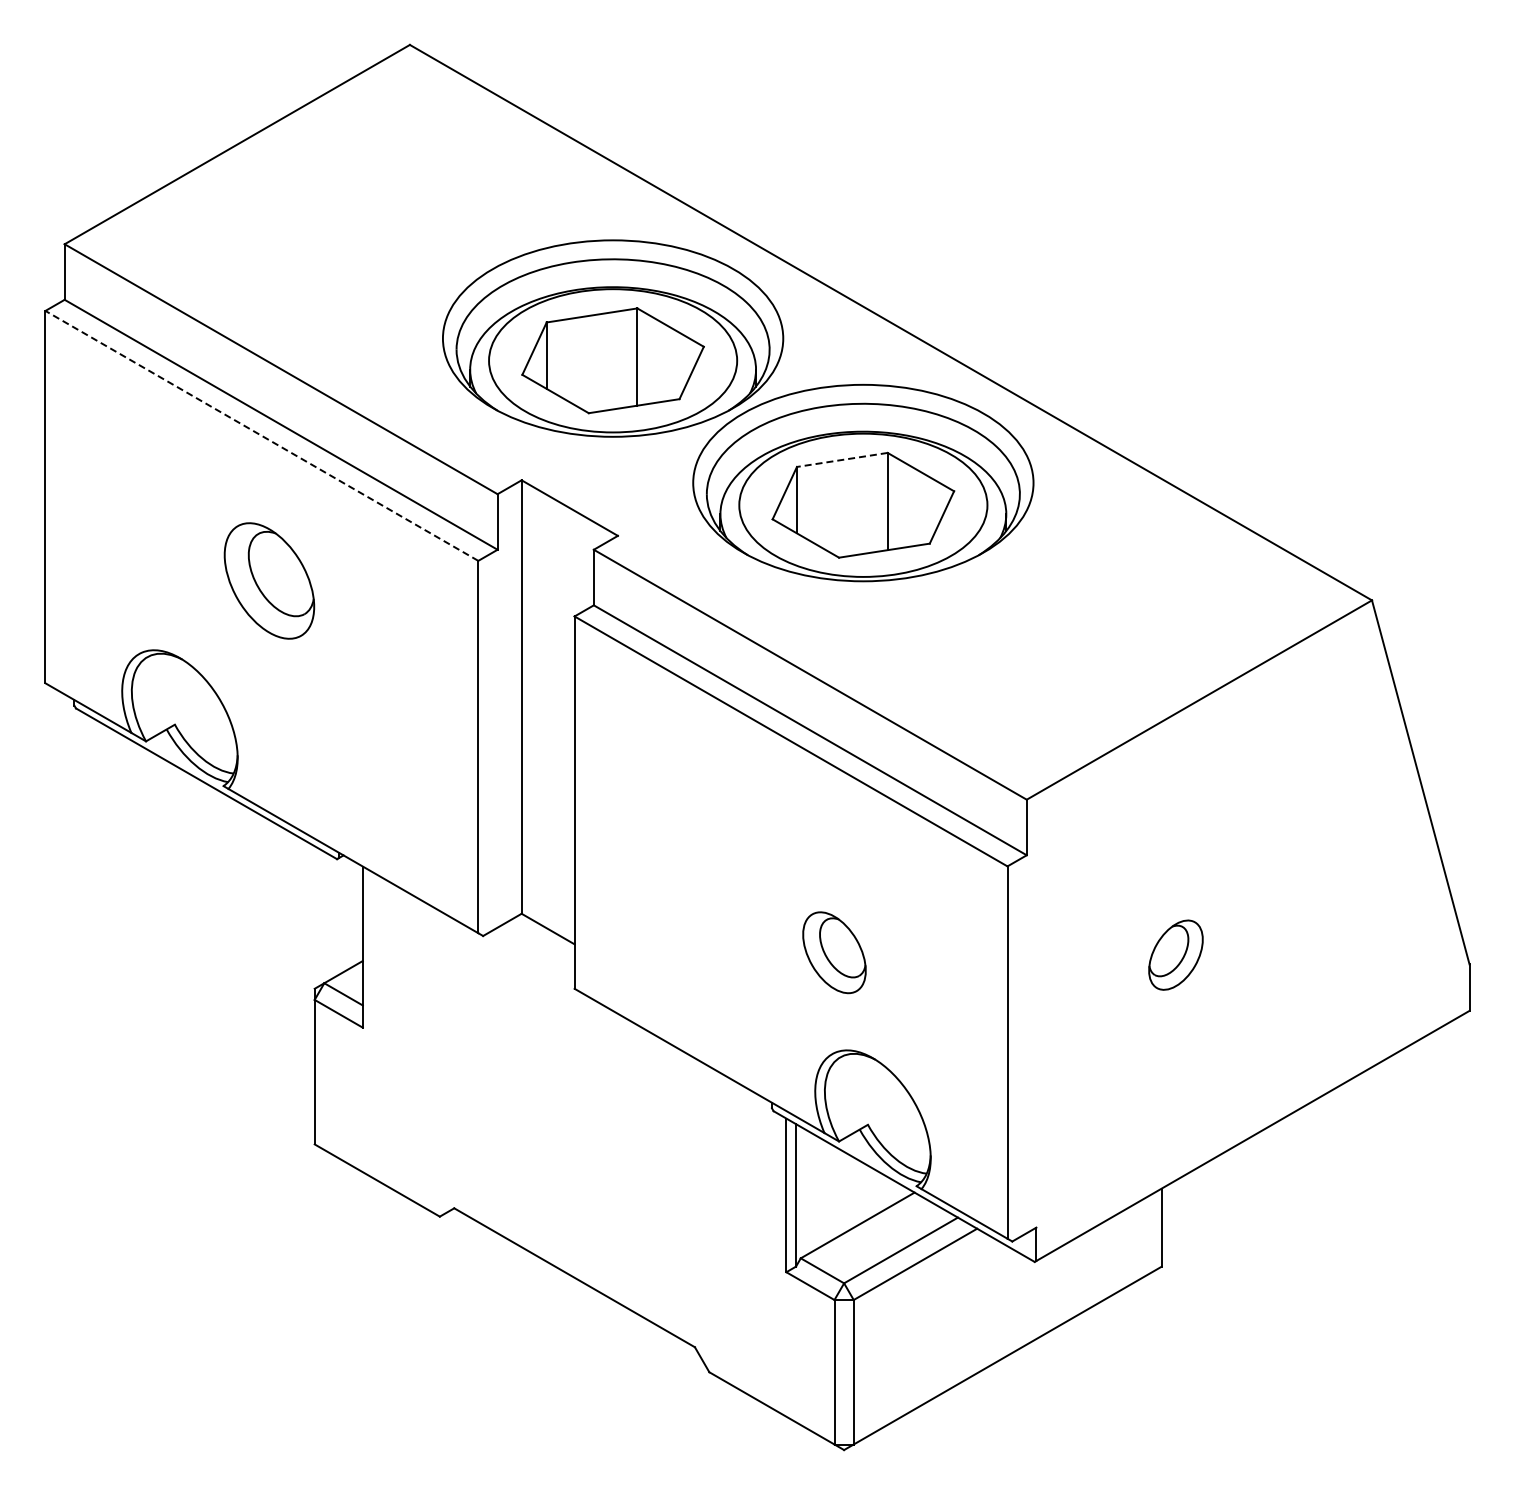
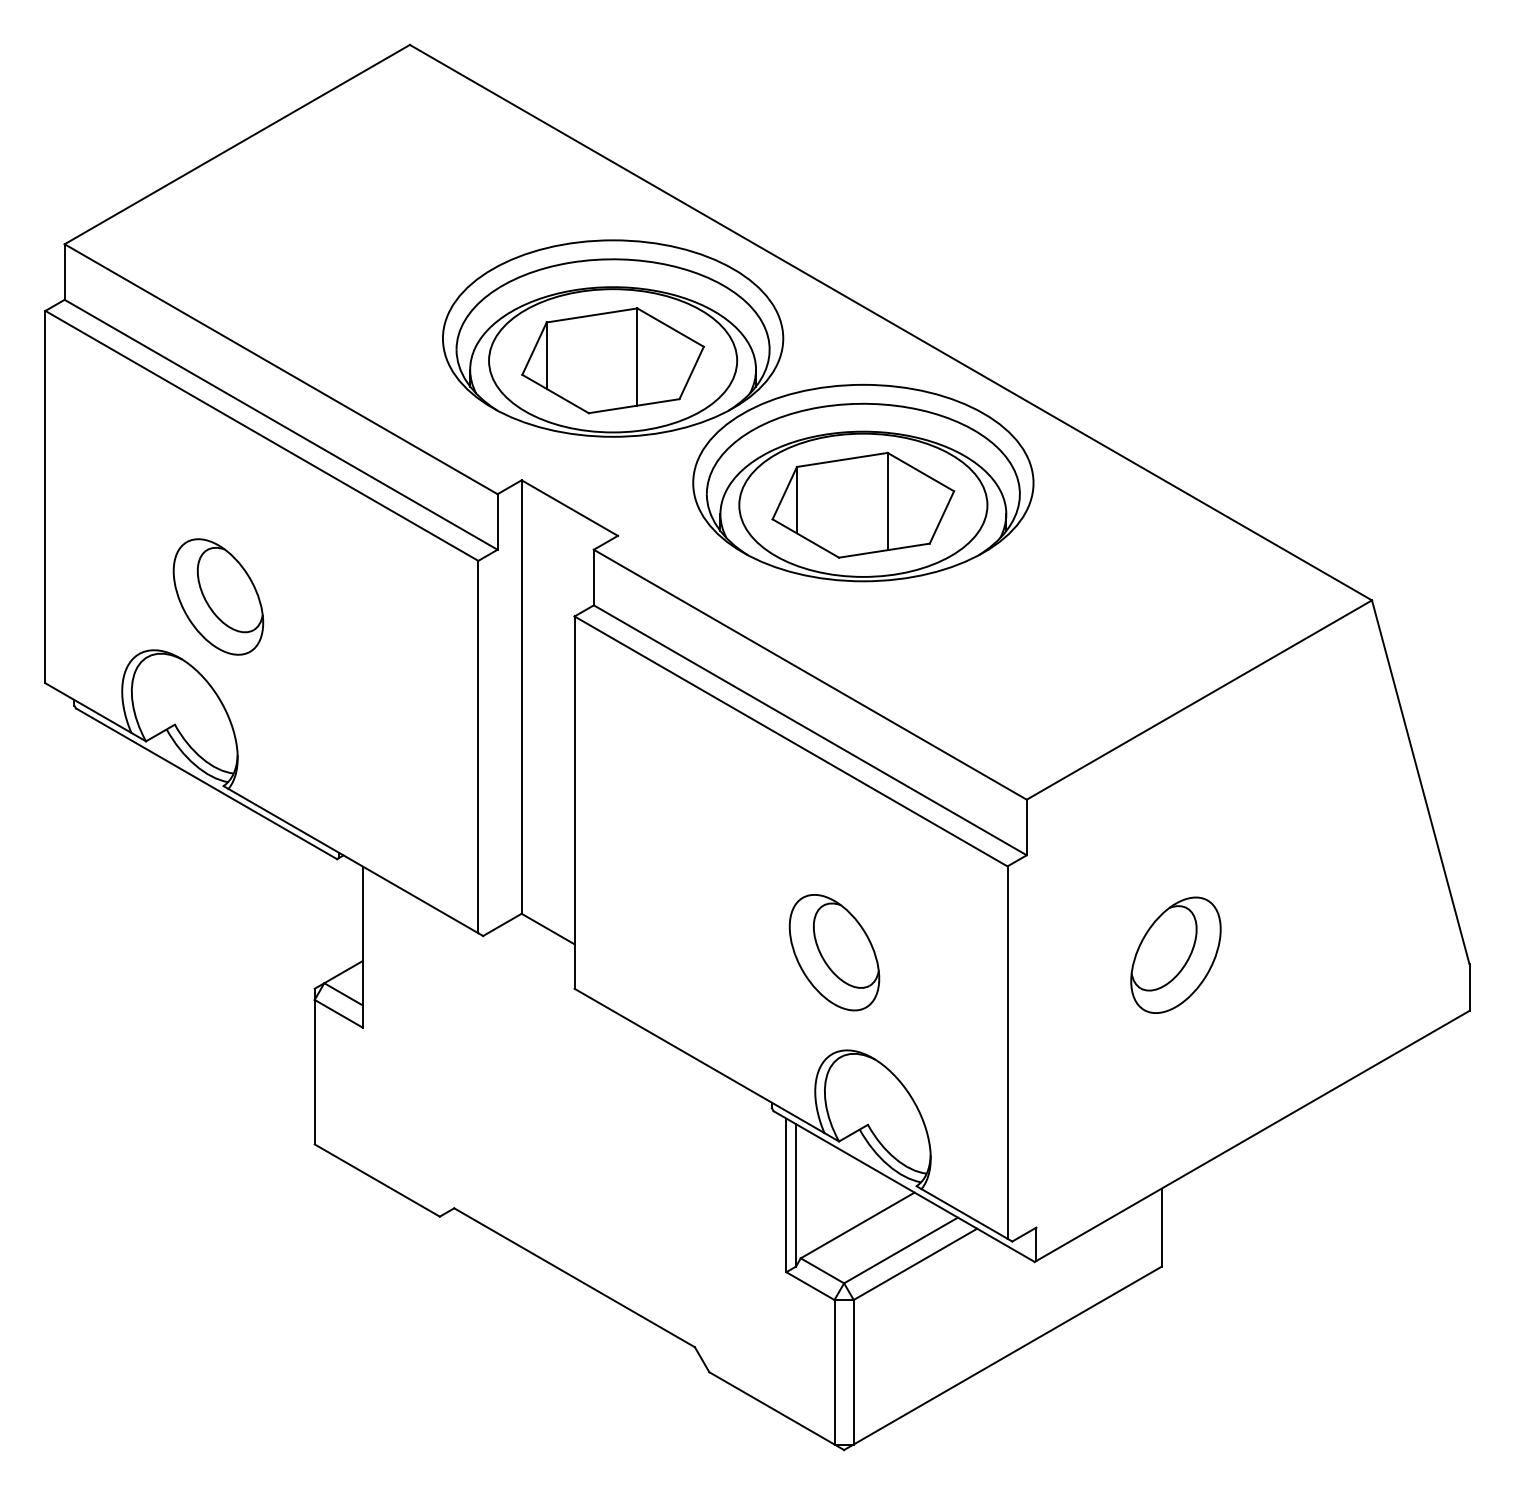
line at (261, 435): dashed -> solid
line at (842, 459): dashed -> solid
part at (269, 580) position: (269, 580) -> (218, 596)
part at (834, 952) size: 65x84 px -> 93x118 px
part at (1175, 954) size: 56x72 px -> 92x118 px
